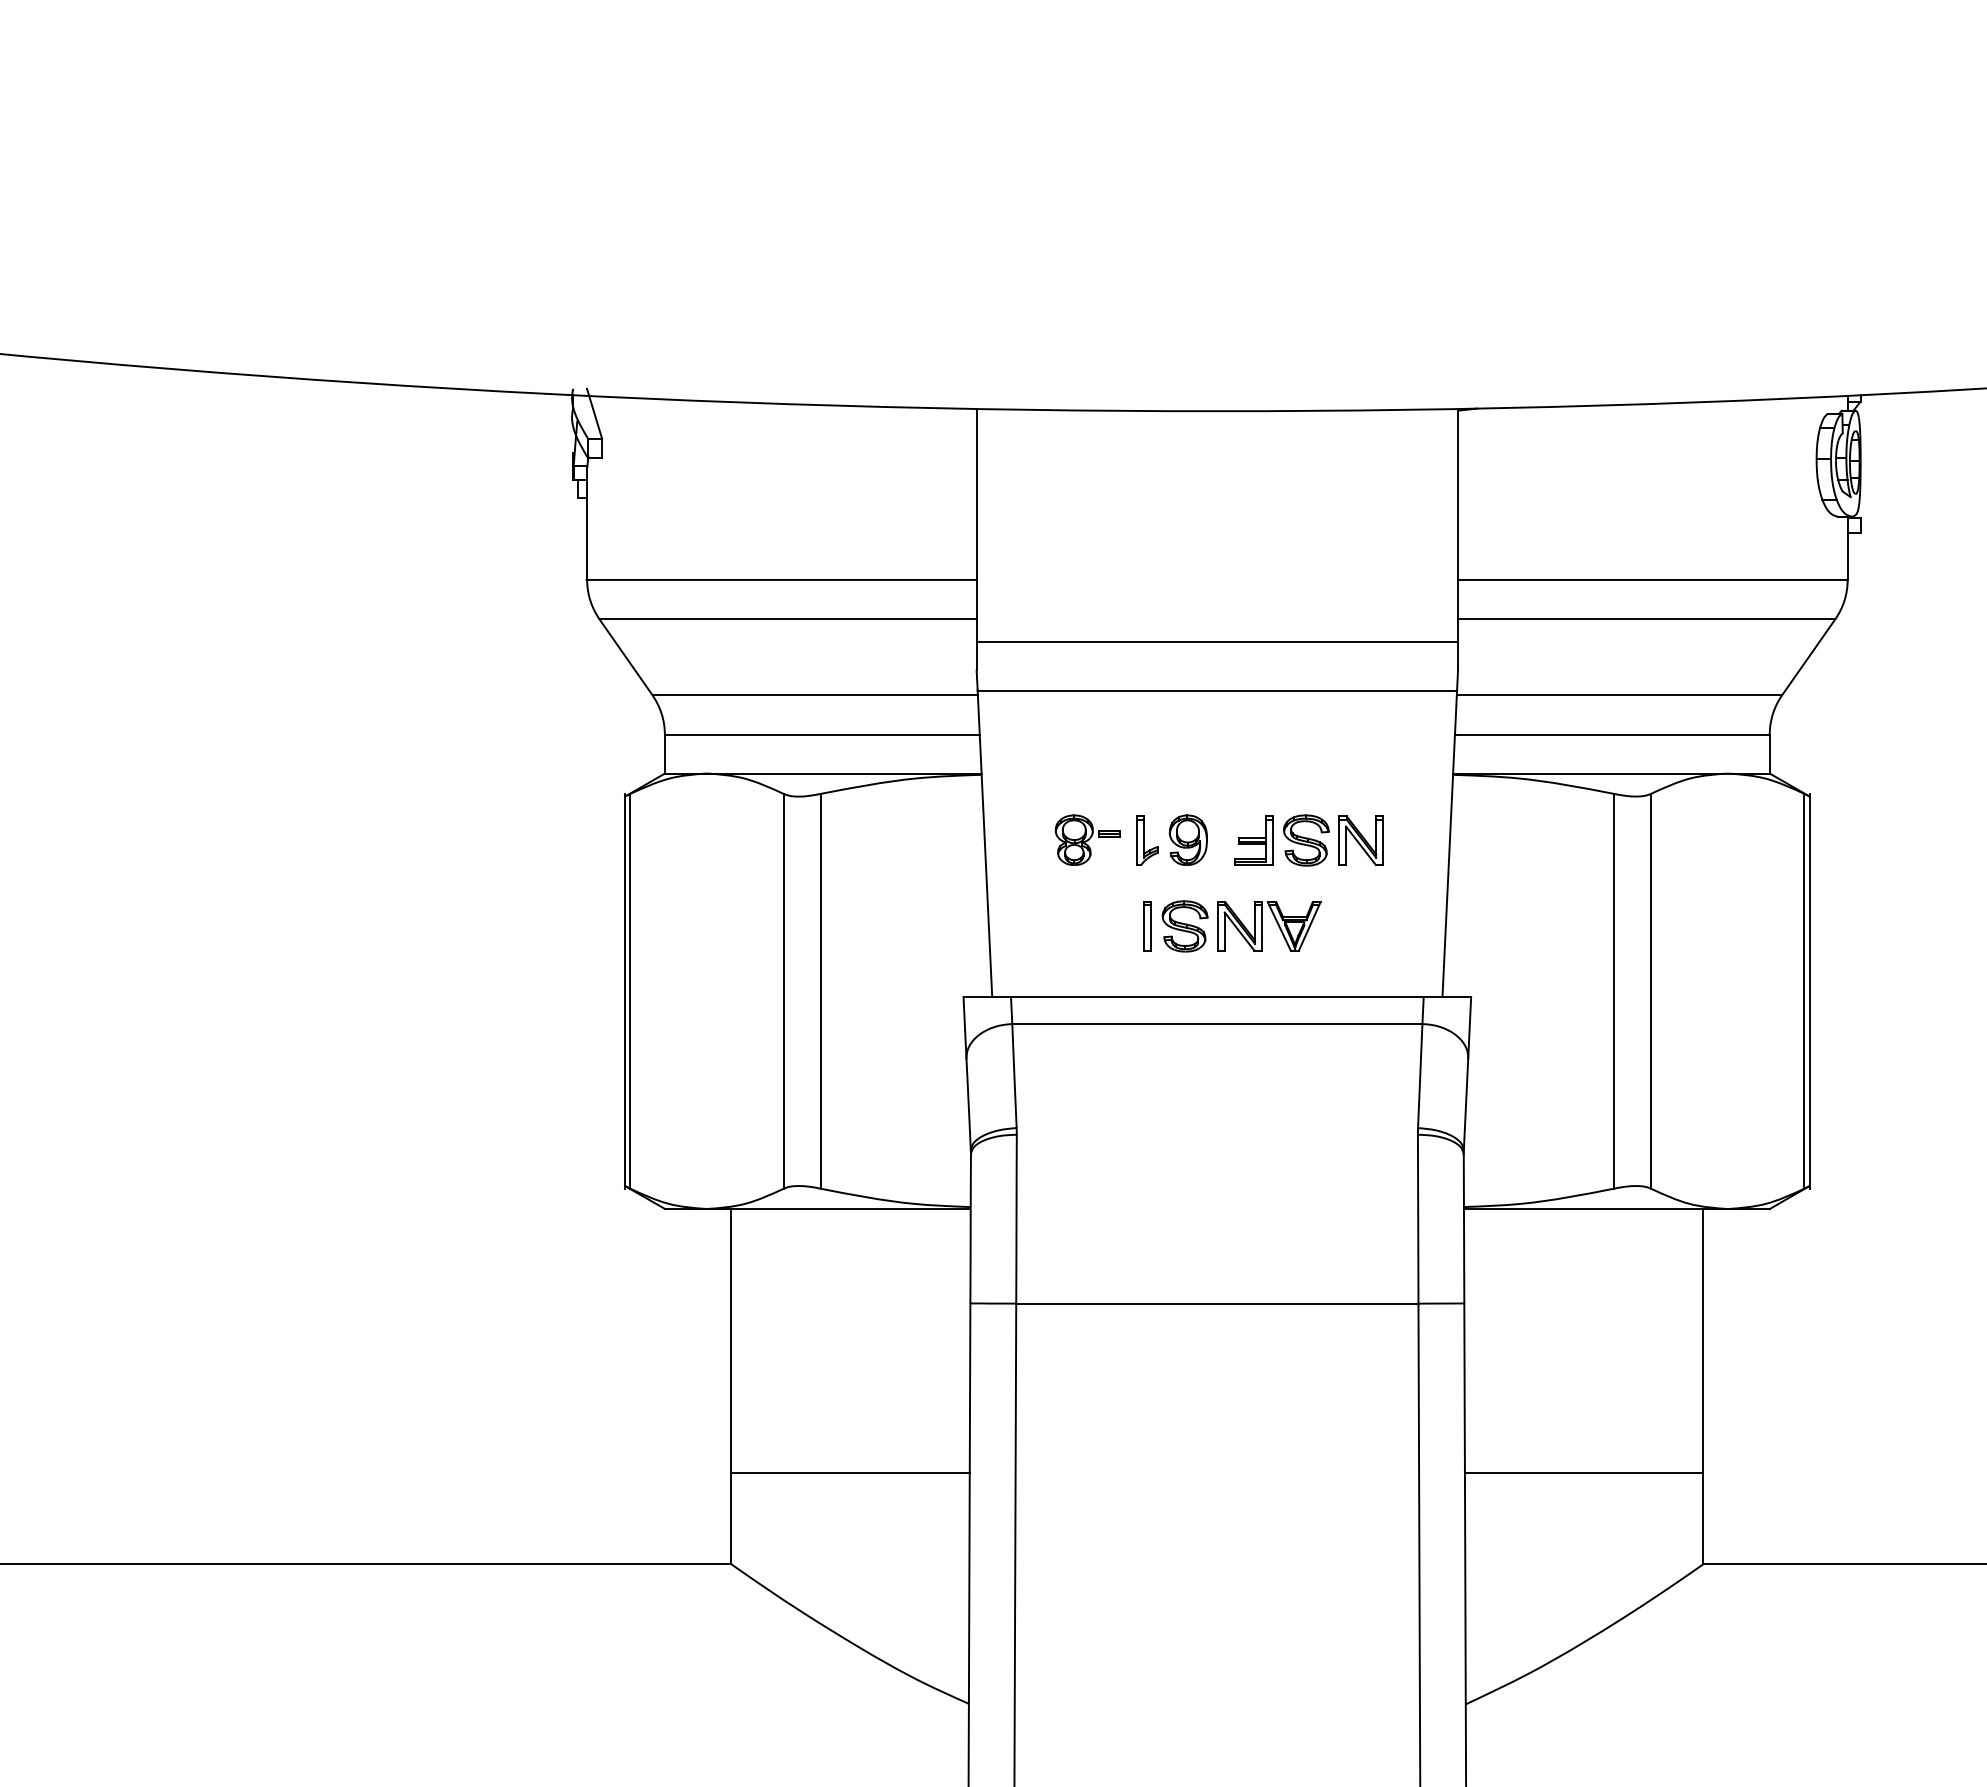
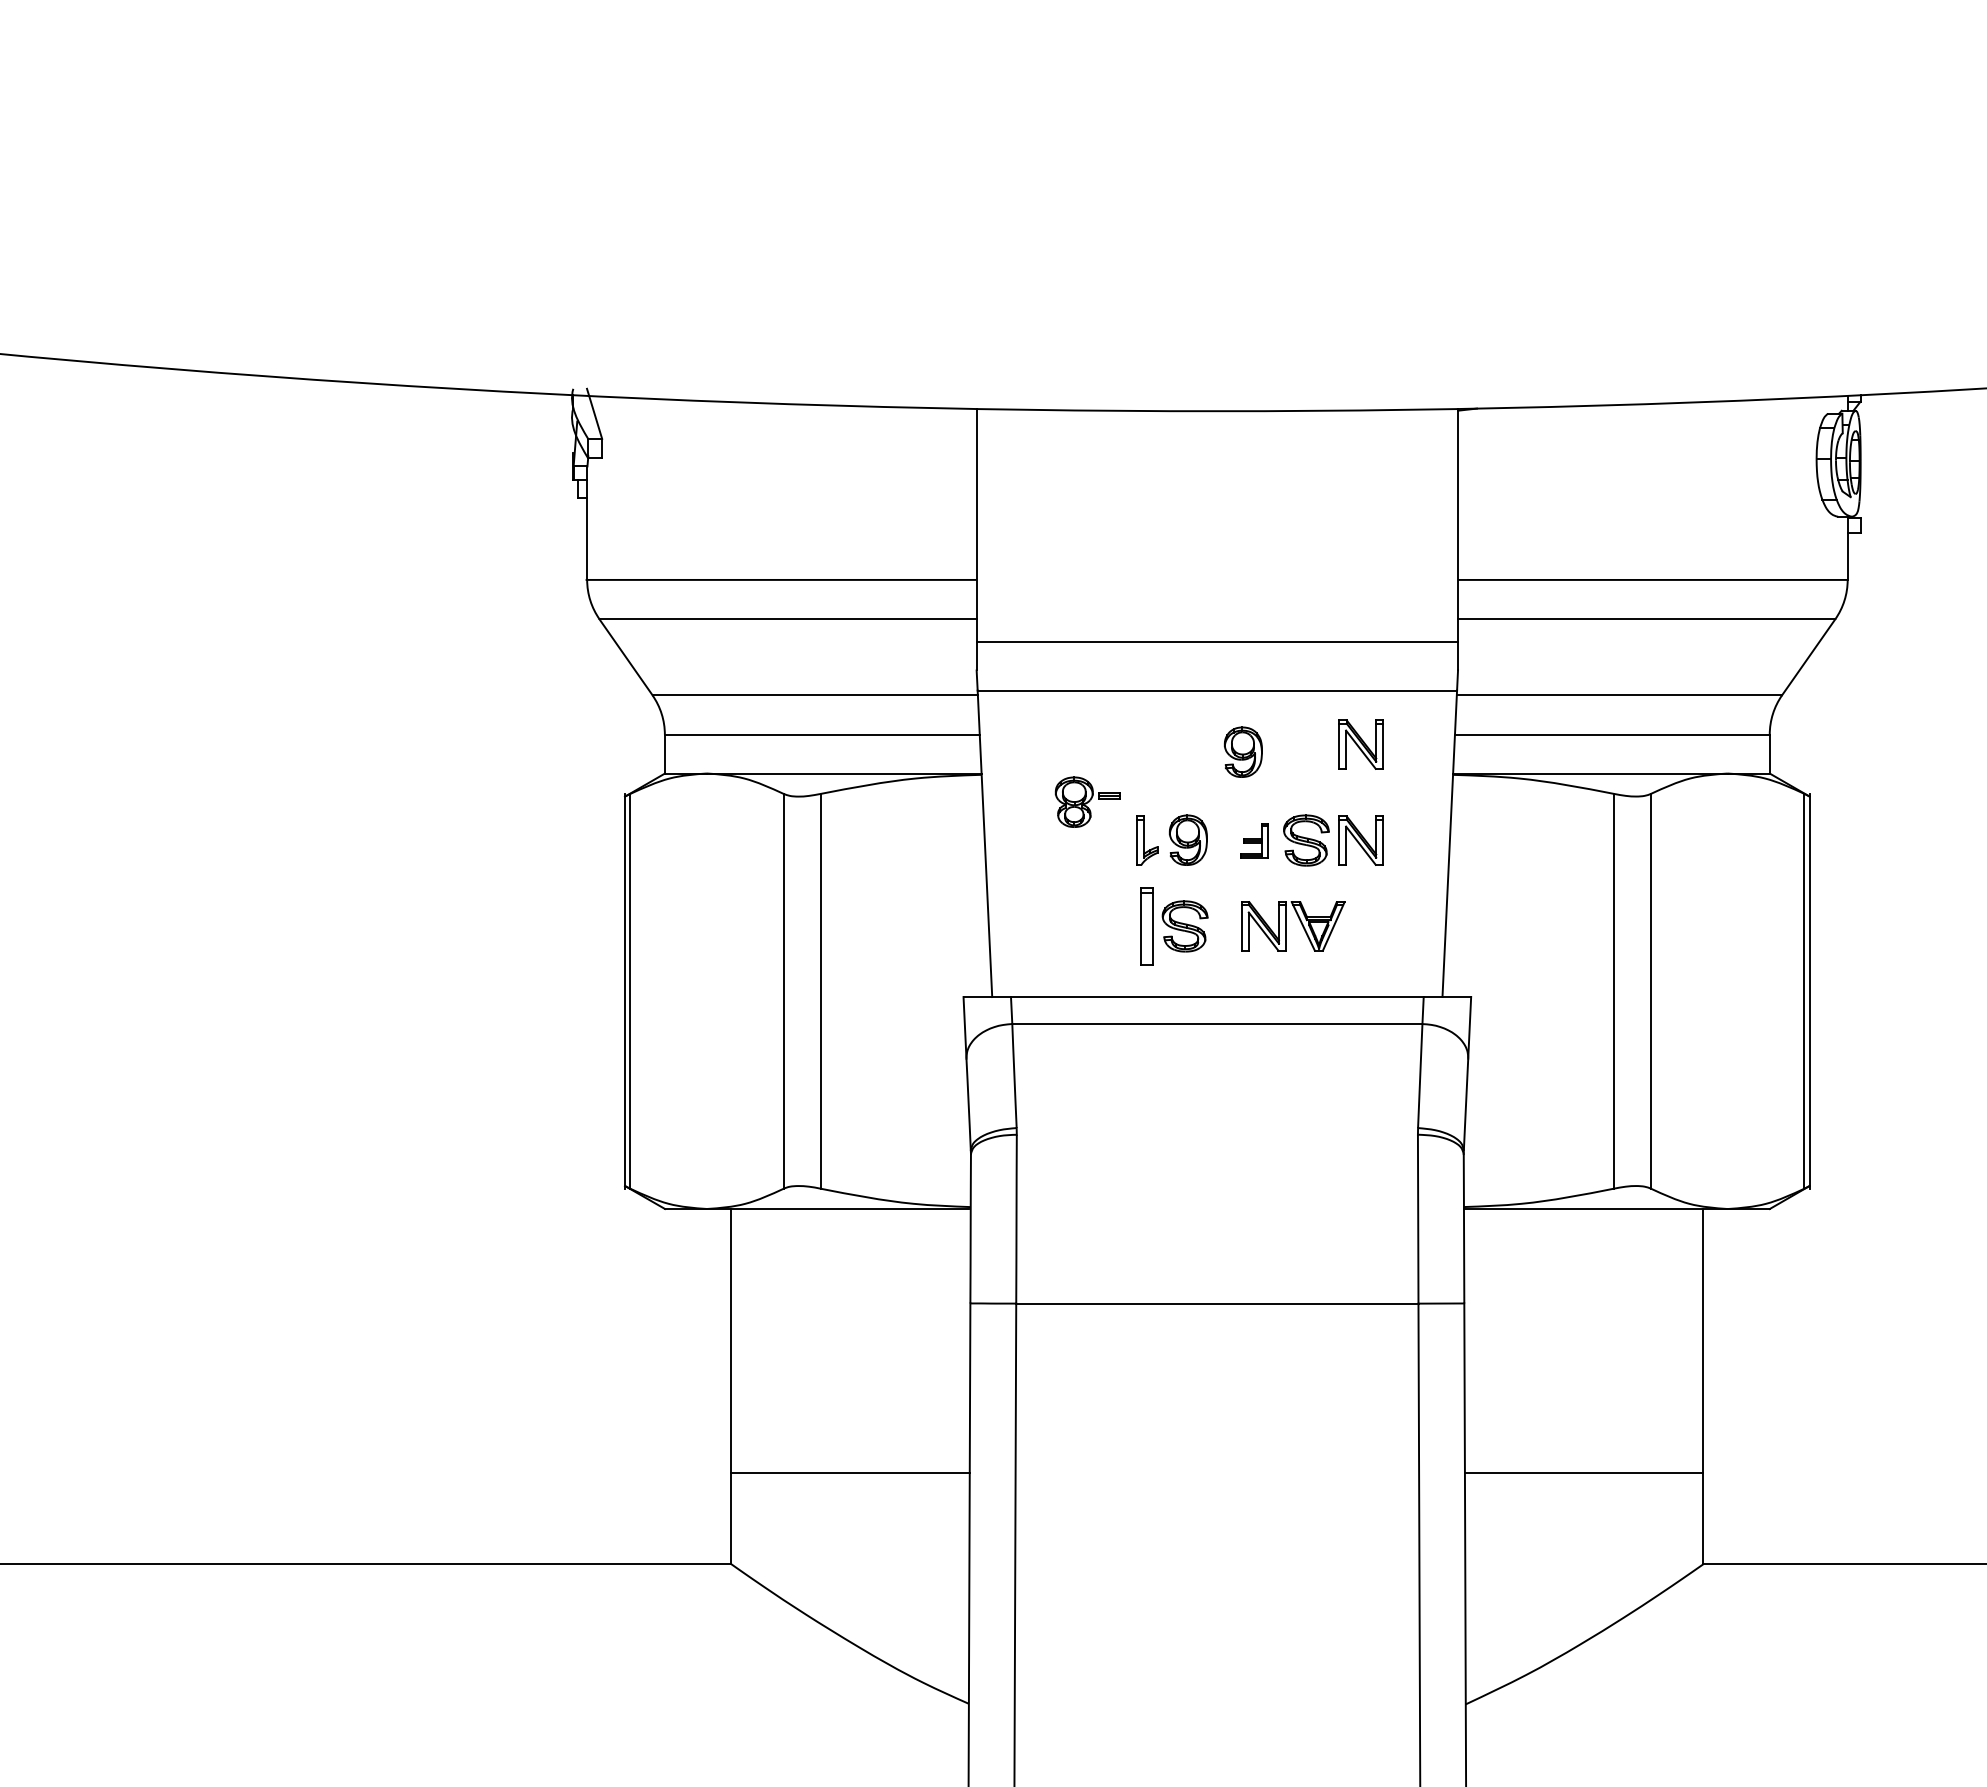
part at (1360, 744): none -> present
part at (1242, 751): none -> present
part at (1087, 839) position: (1087, 839) -> (1087, 801)
part at (1253, 840) size: 40x51 px -> 29x36 px
part at (1147, 926) size: 9x51 px -> 14x79 px
part at (1262, 926) position: (1262, 926) -> (1286, 926)
